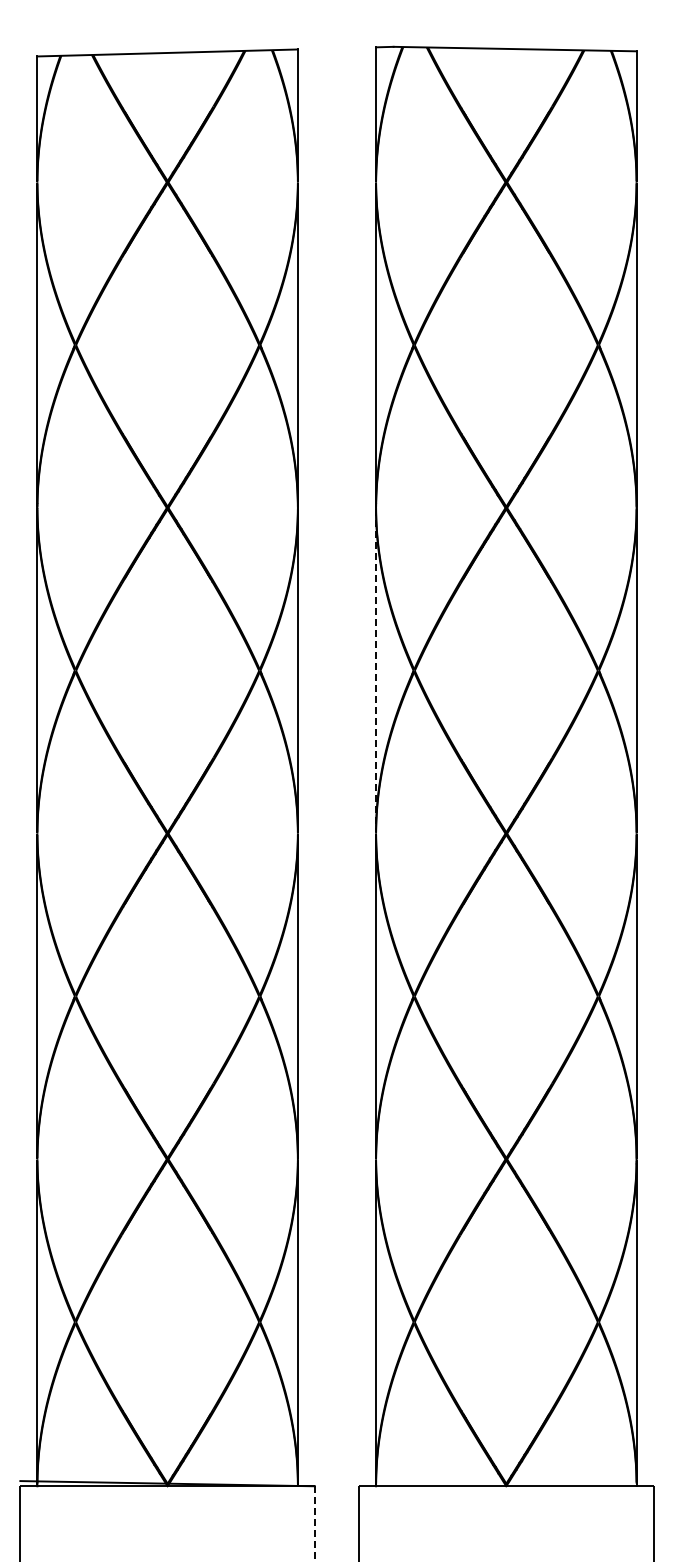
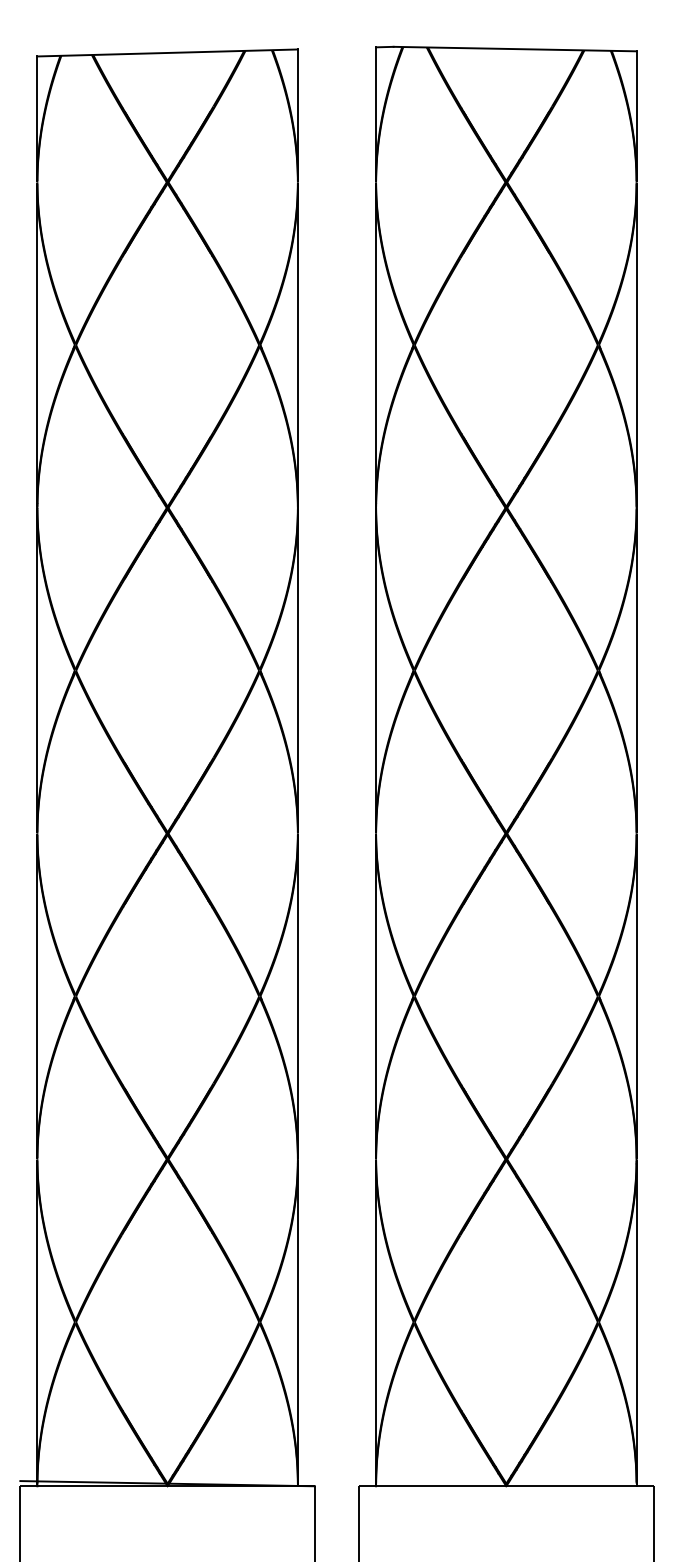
line at (376, 670): dashed -> solid
line at (314, 1523): dashed -> solid
